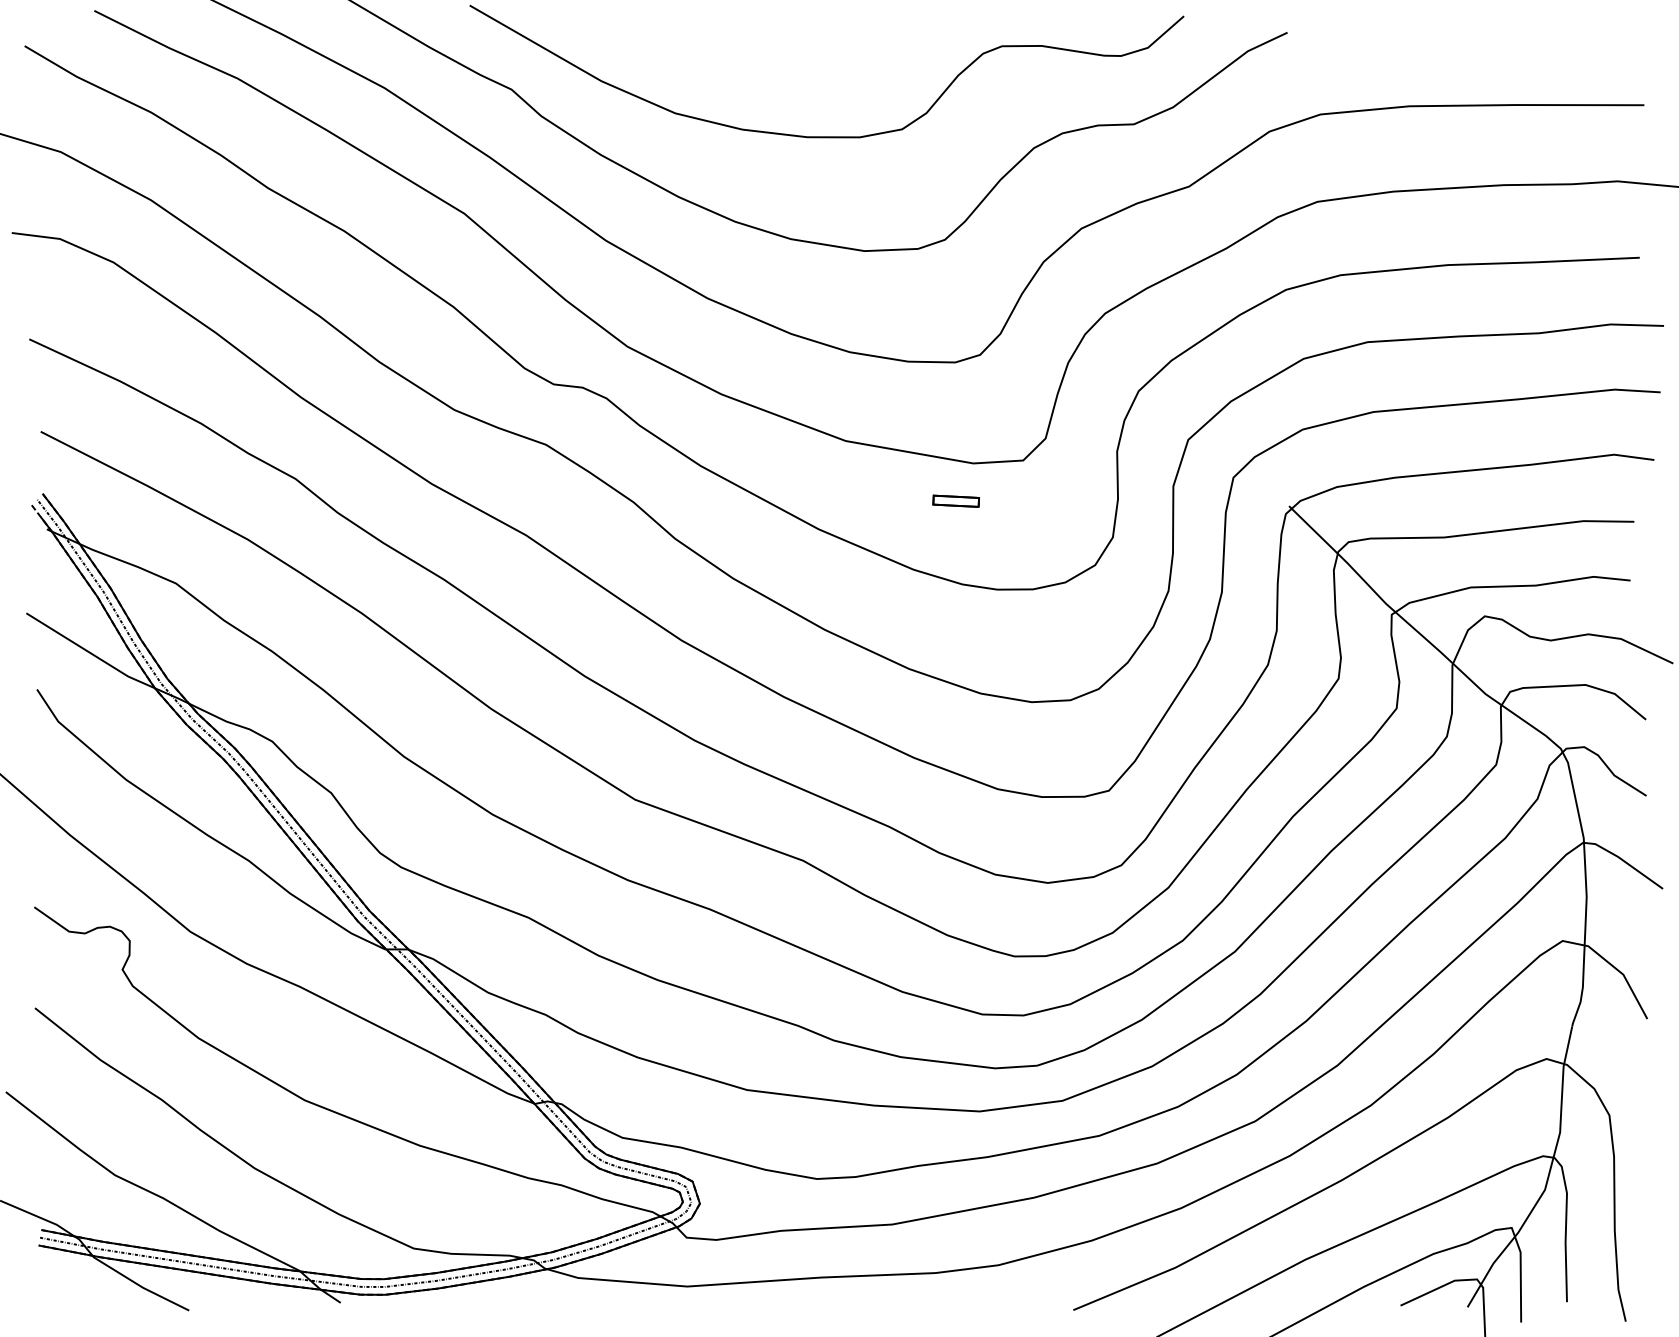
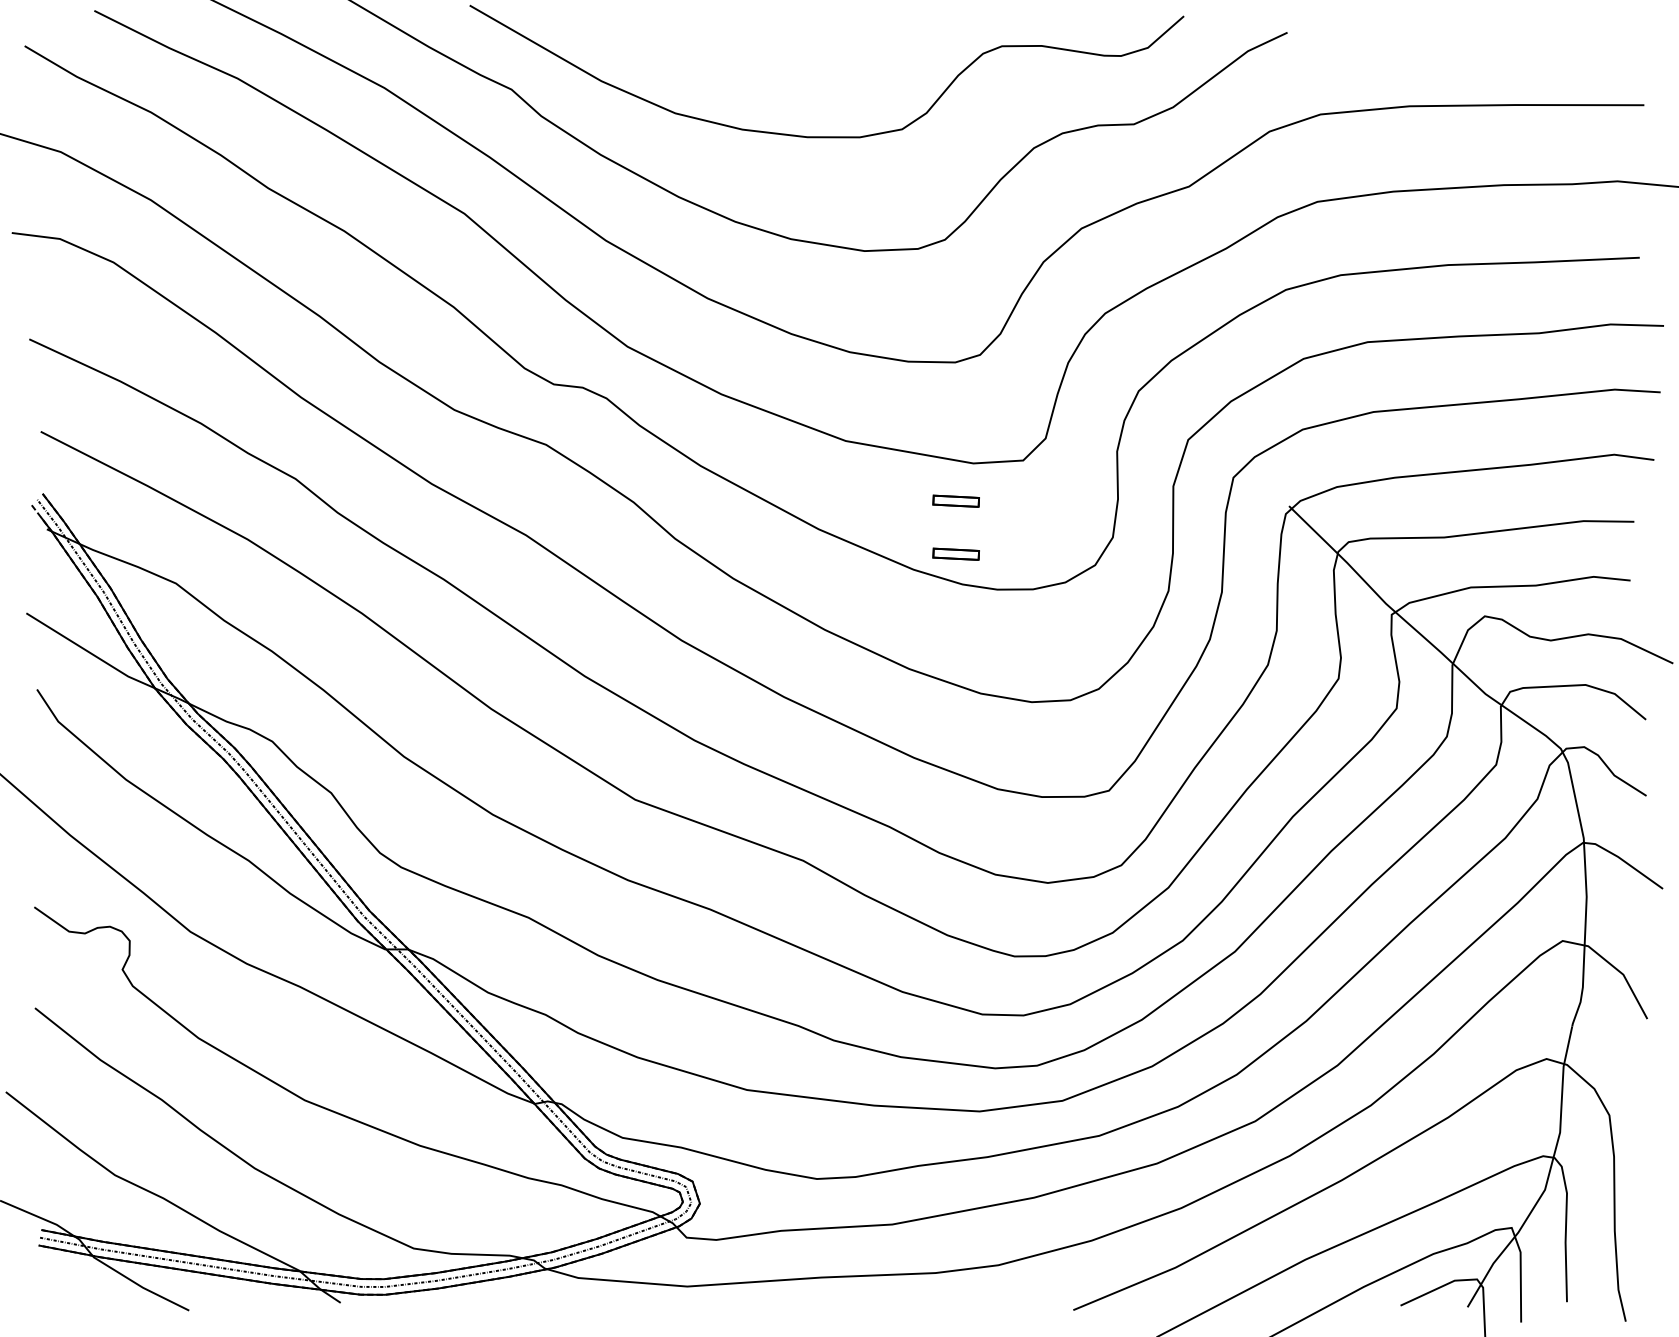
part at (955, 553): none -> present
